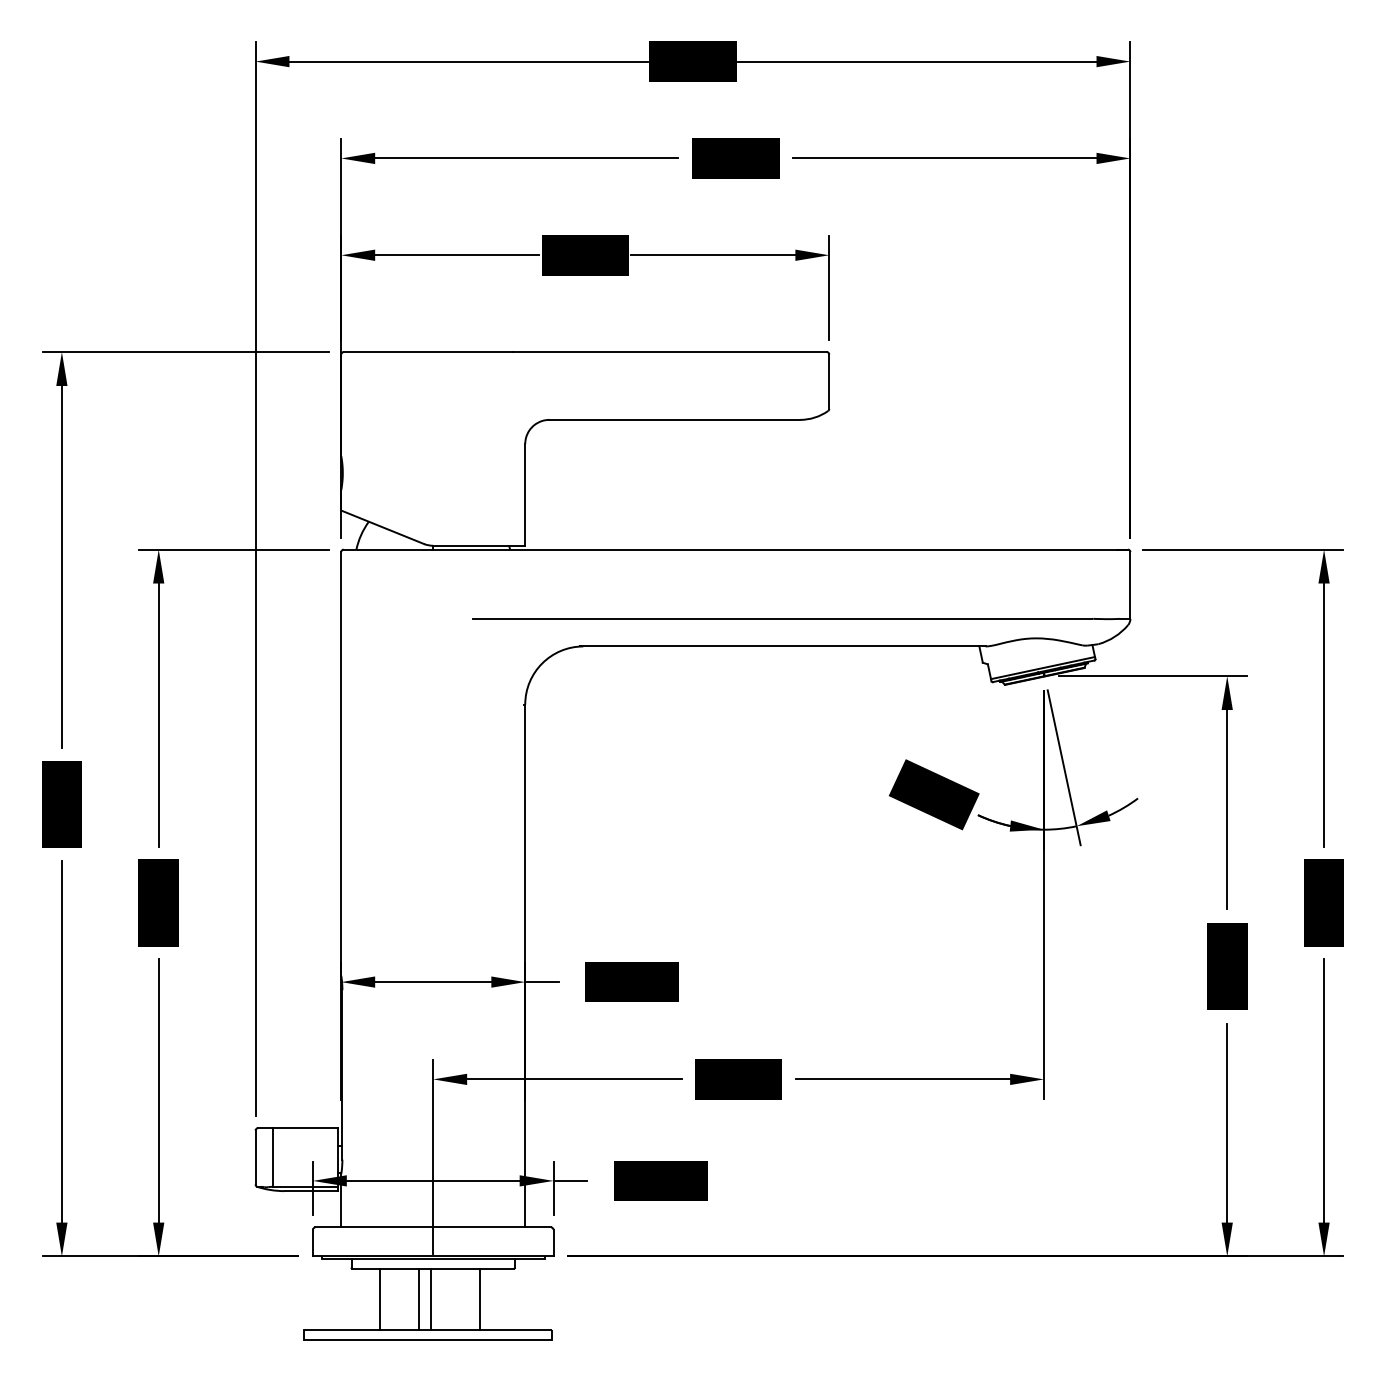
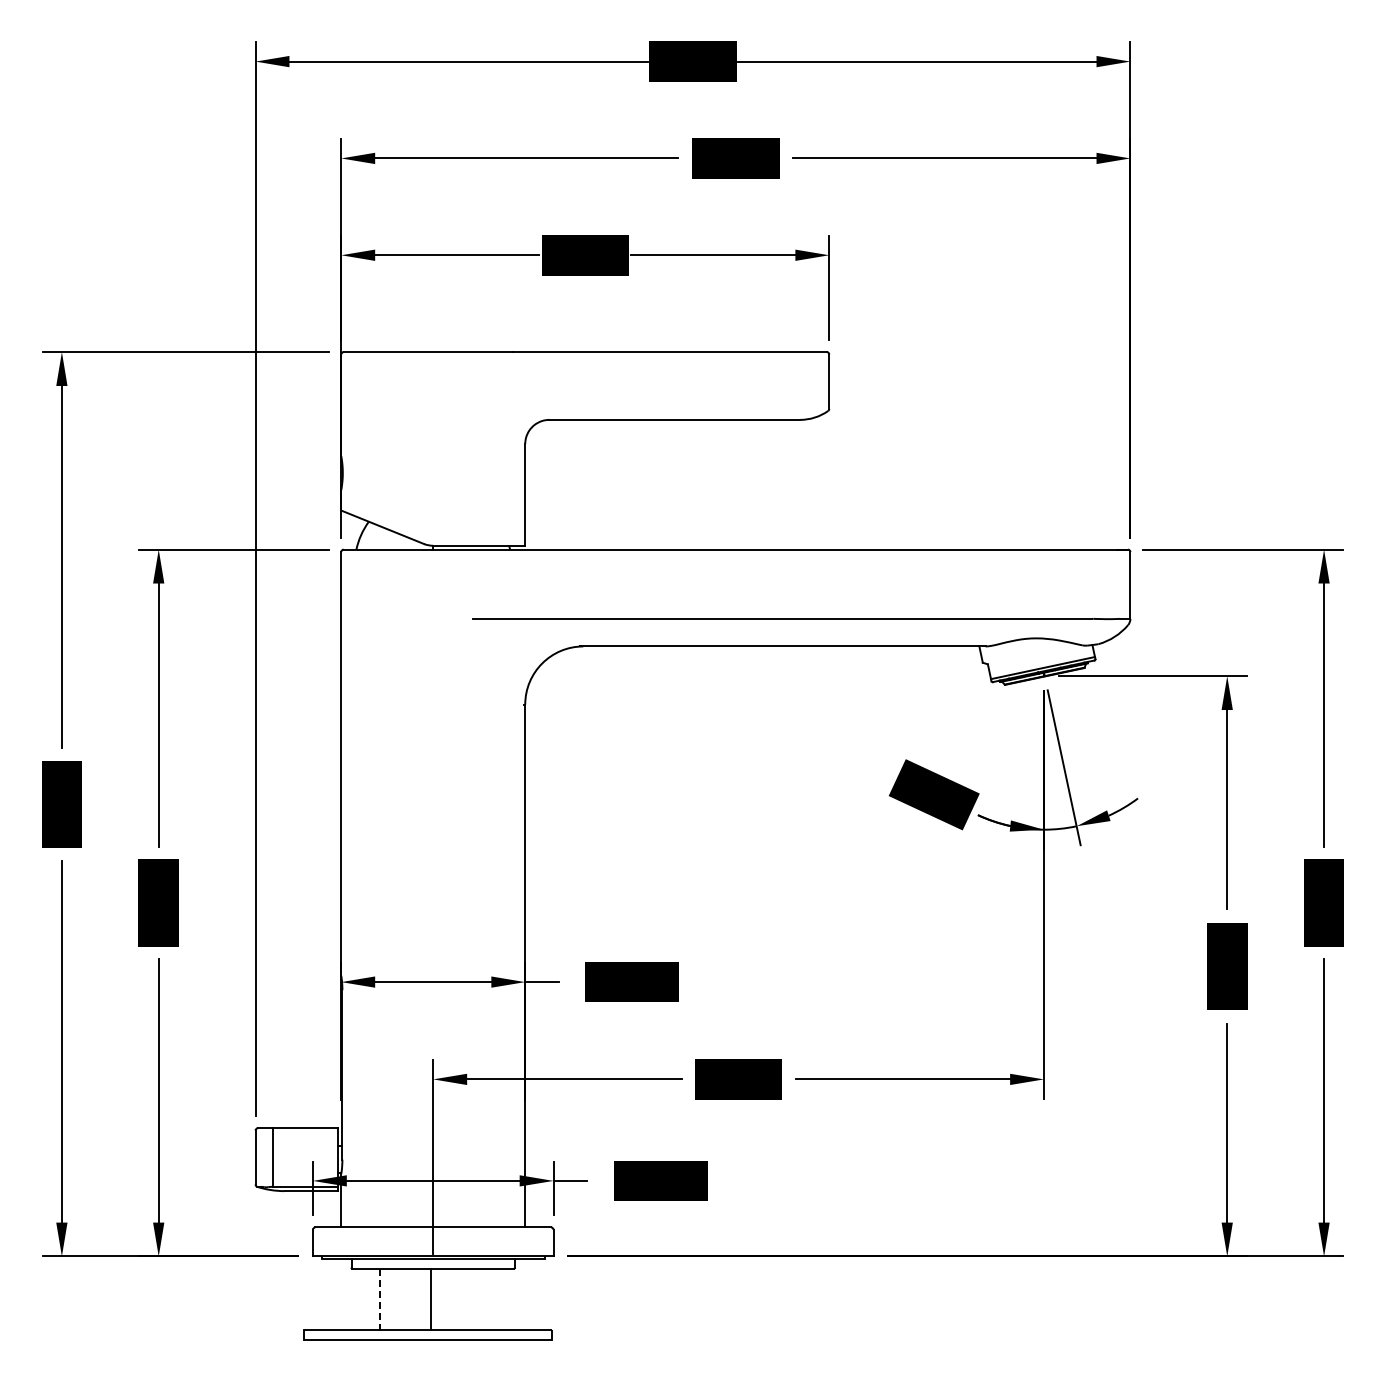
line at (418, 1298): present -> none
line at (479, 1298): present -> none
line at (379, 1299): solid -> dashed
